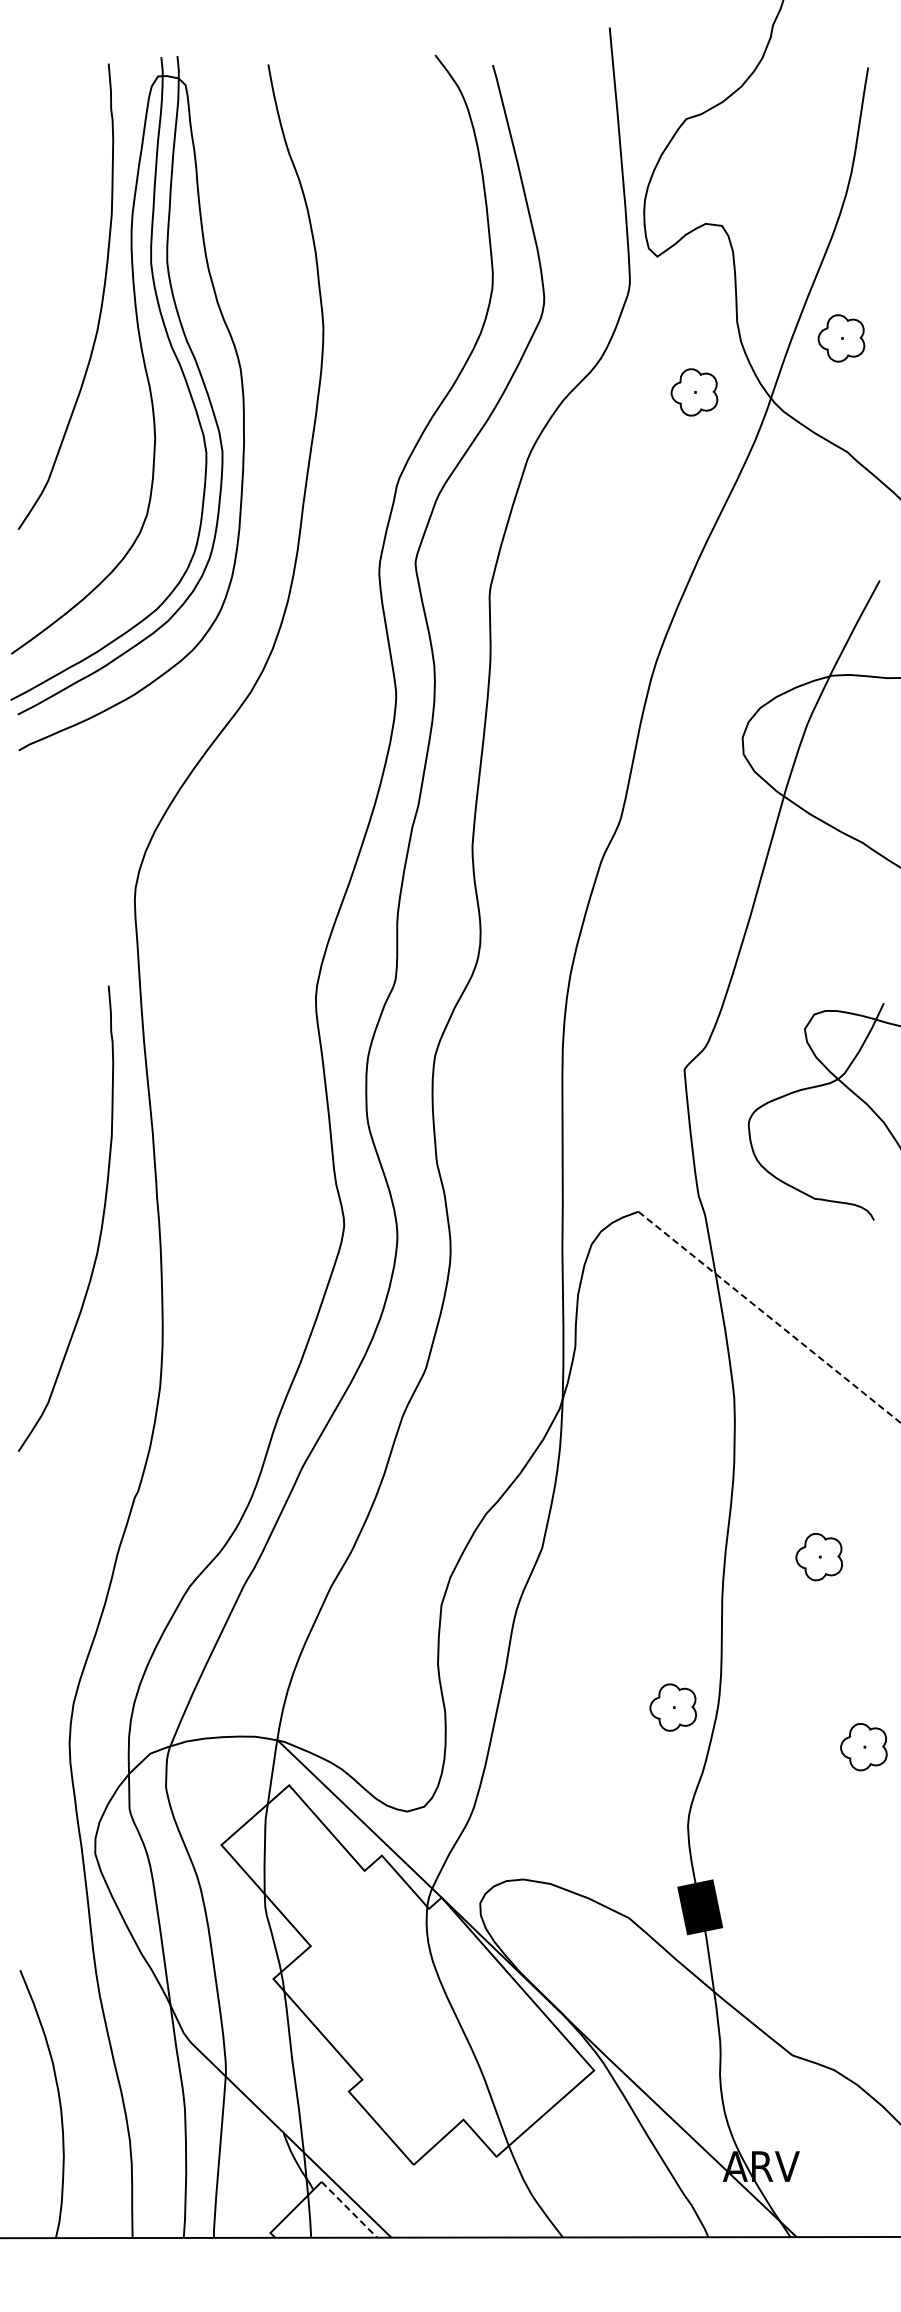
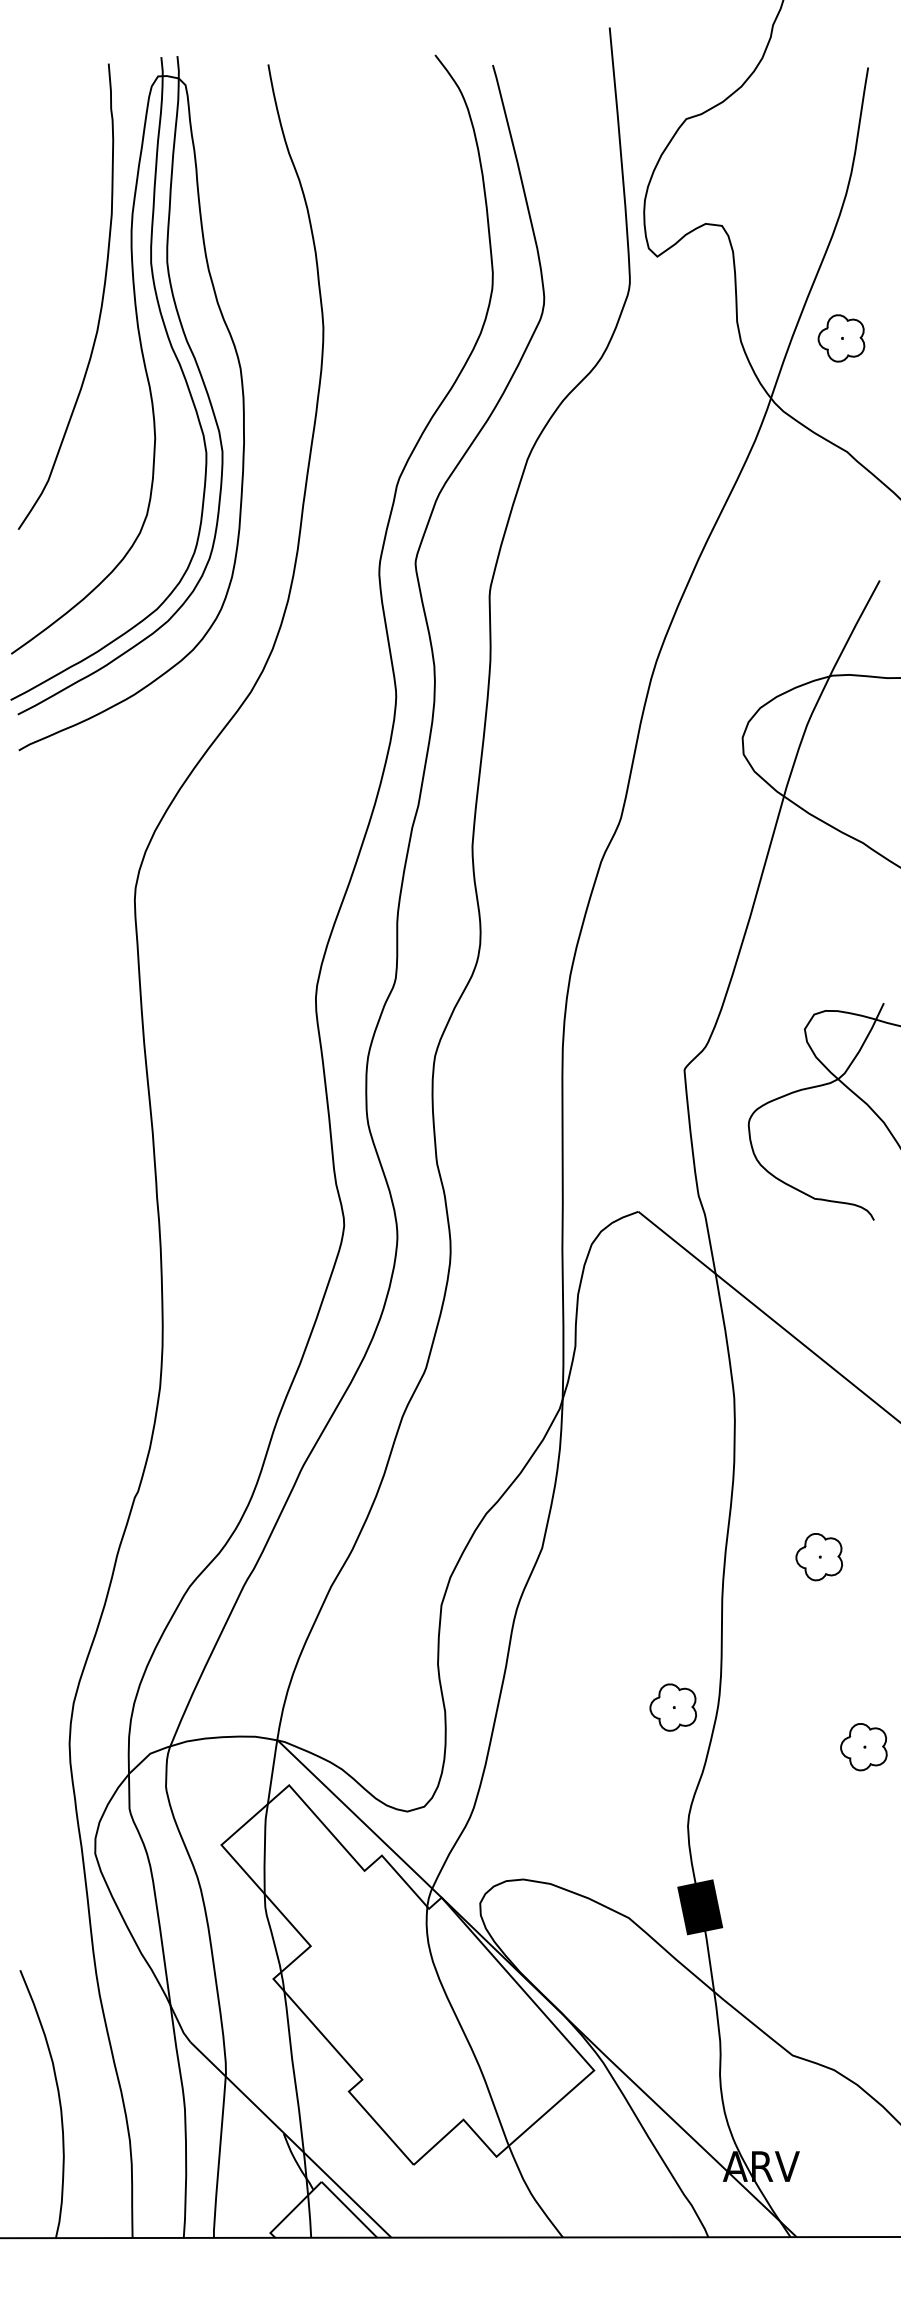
part at (694, 392): present -> none
curve at (101, 1221): present -> none
line at (769, 1317): dashed -> solid
line at (349, 2210): dashed -> solid
